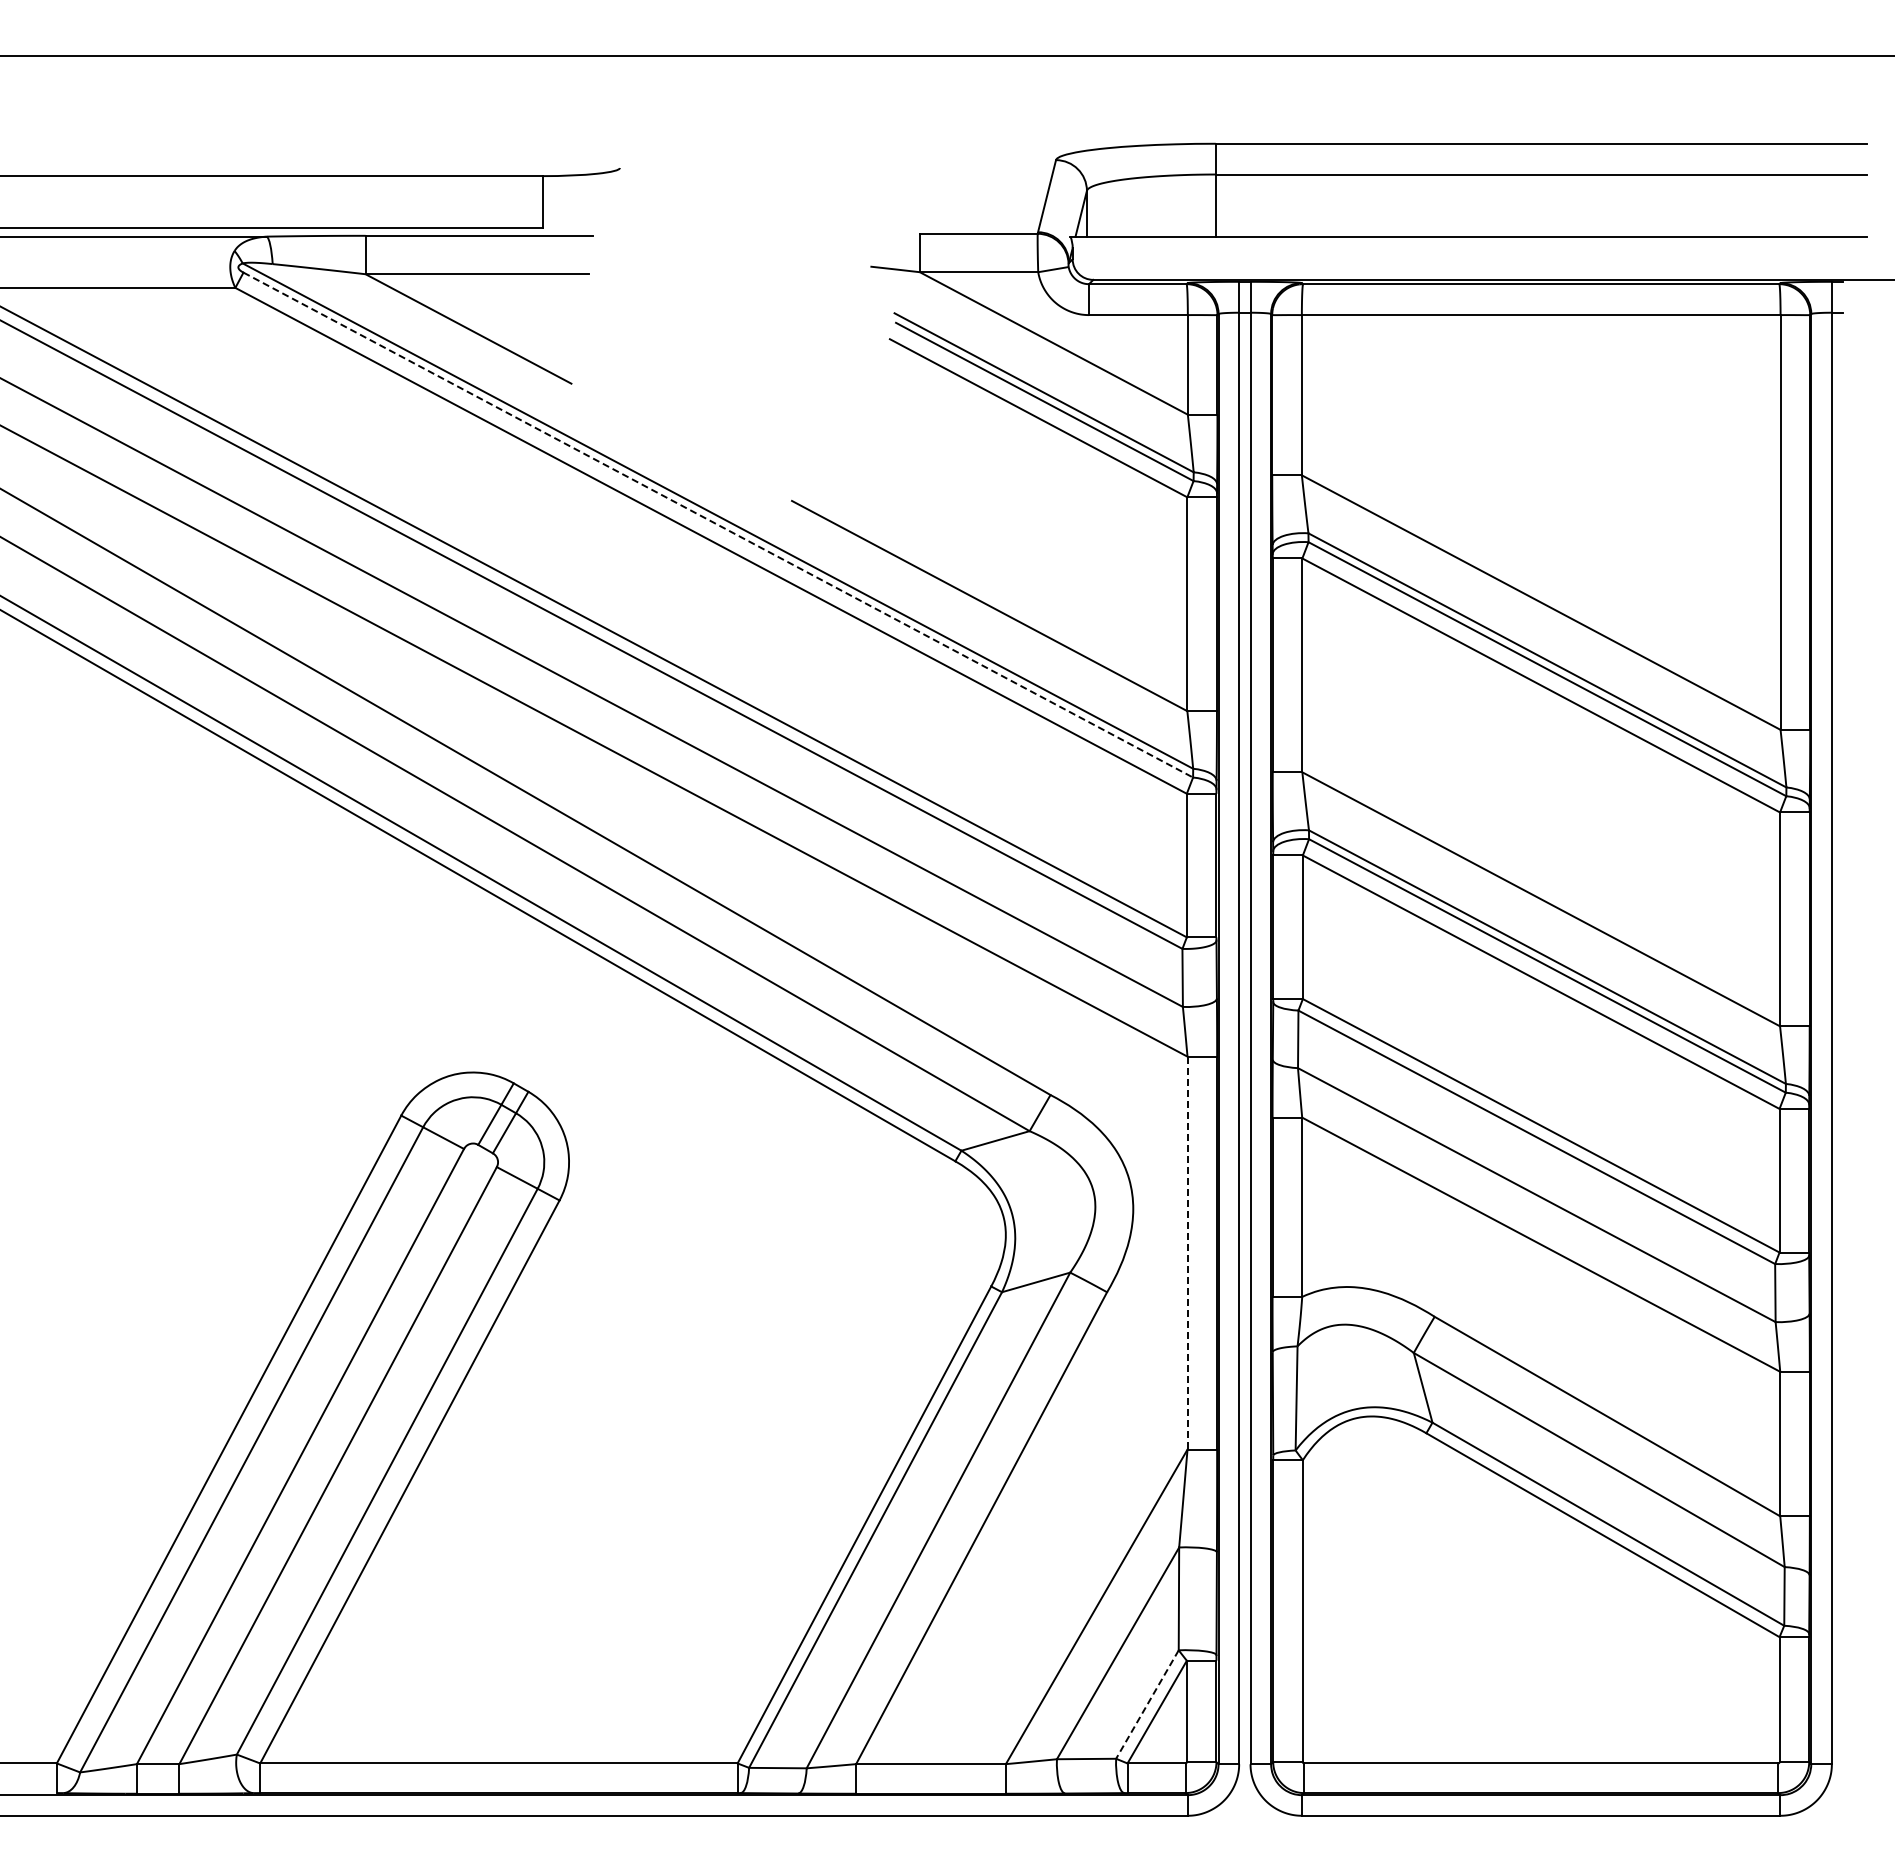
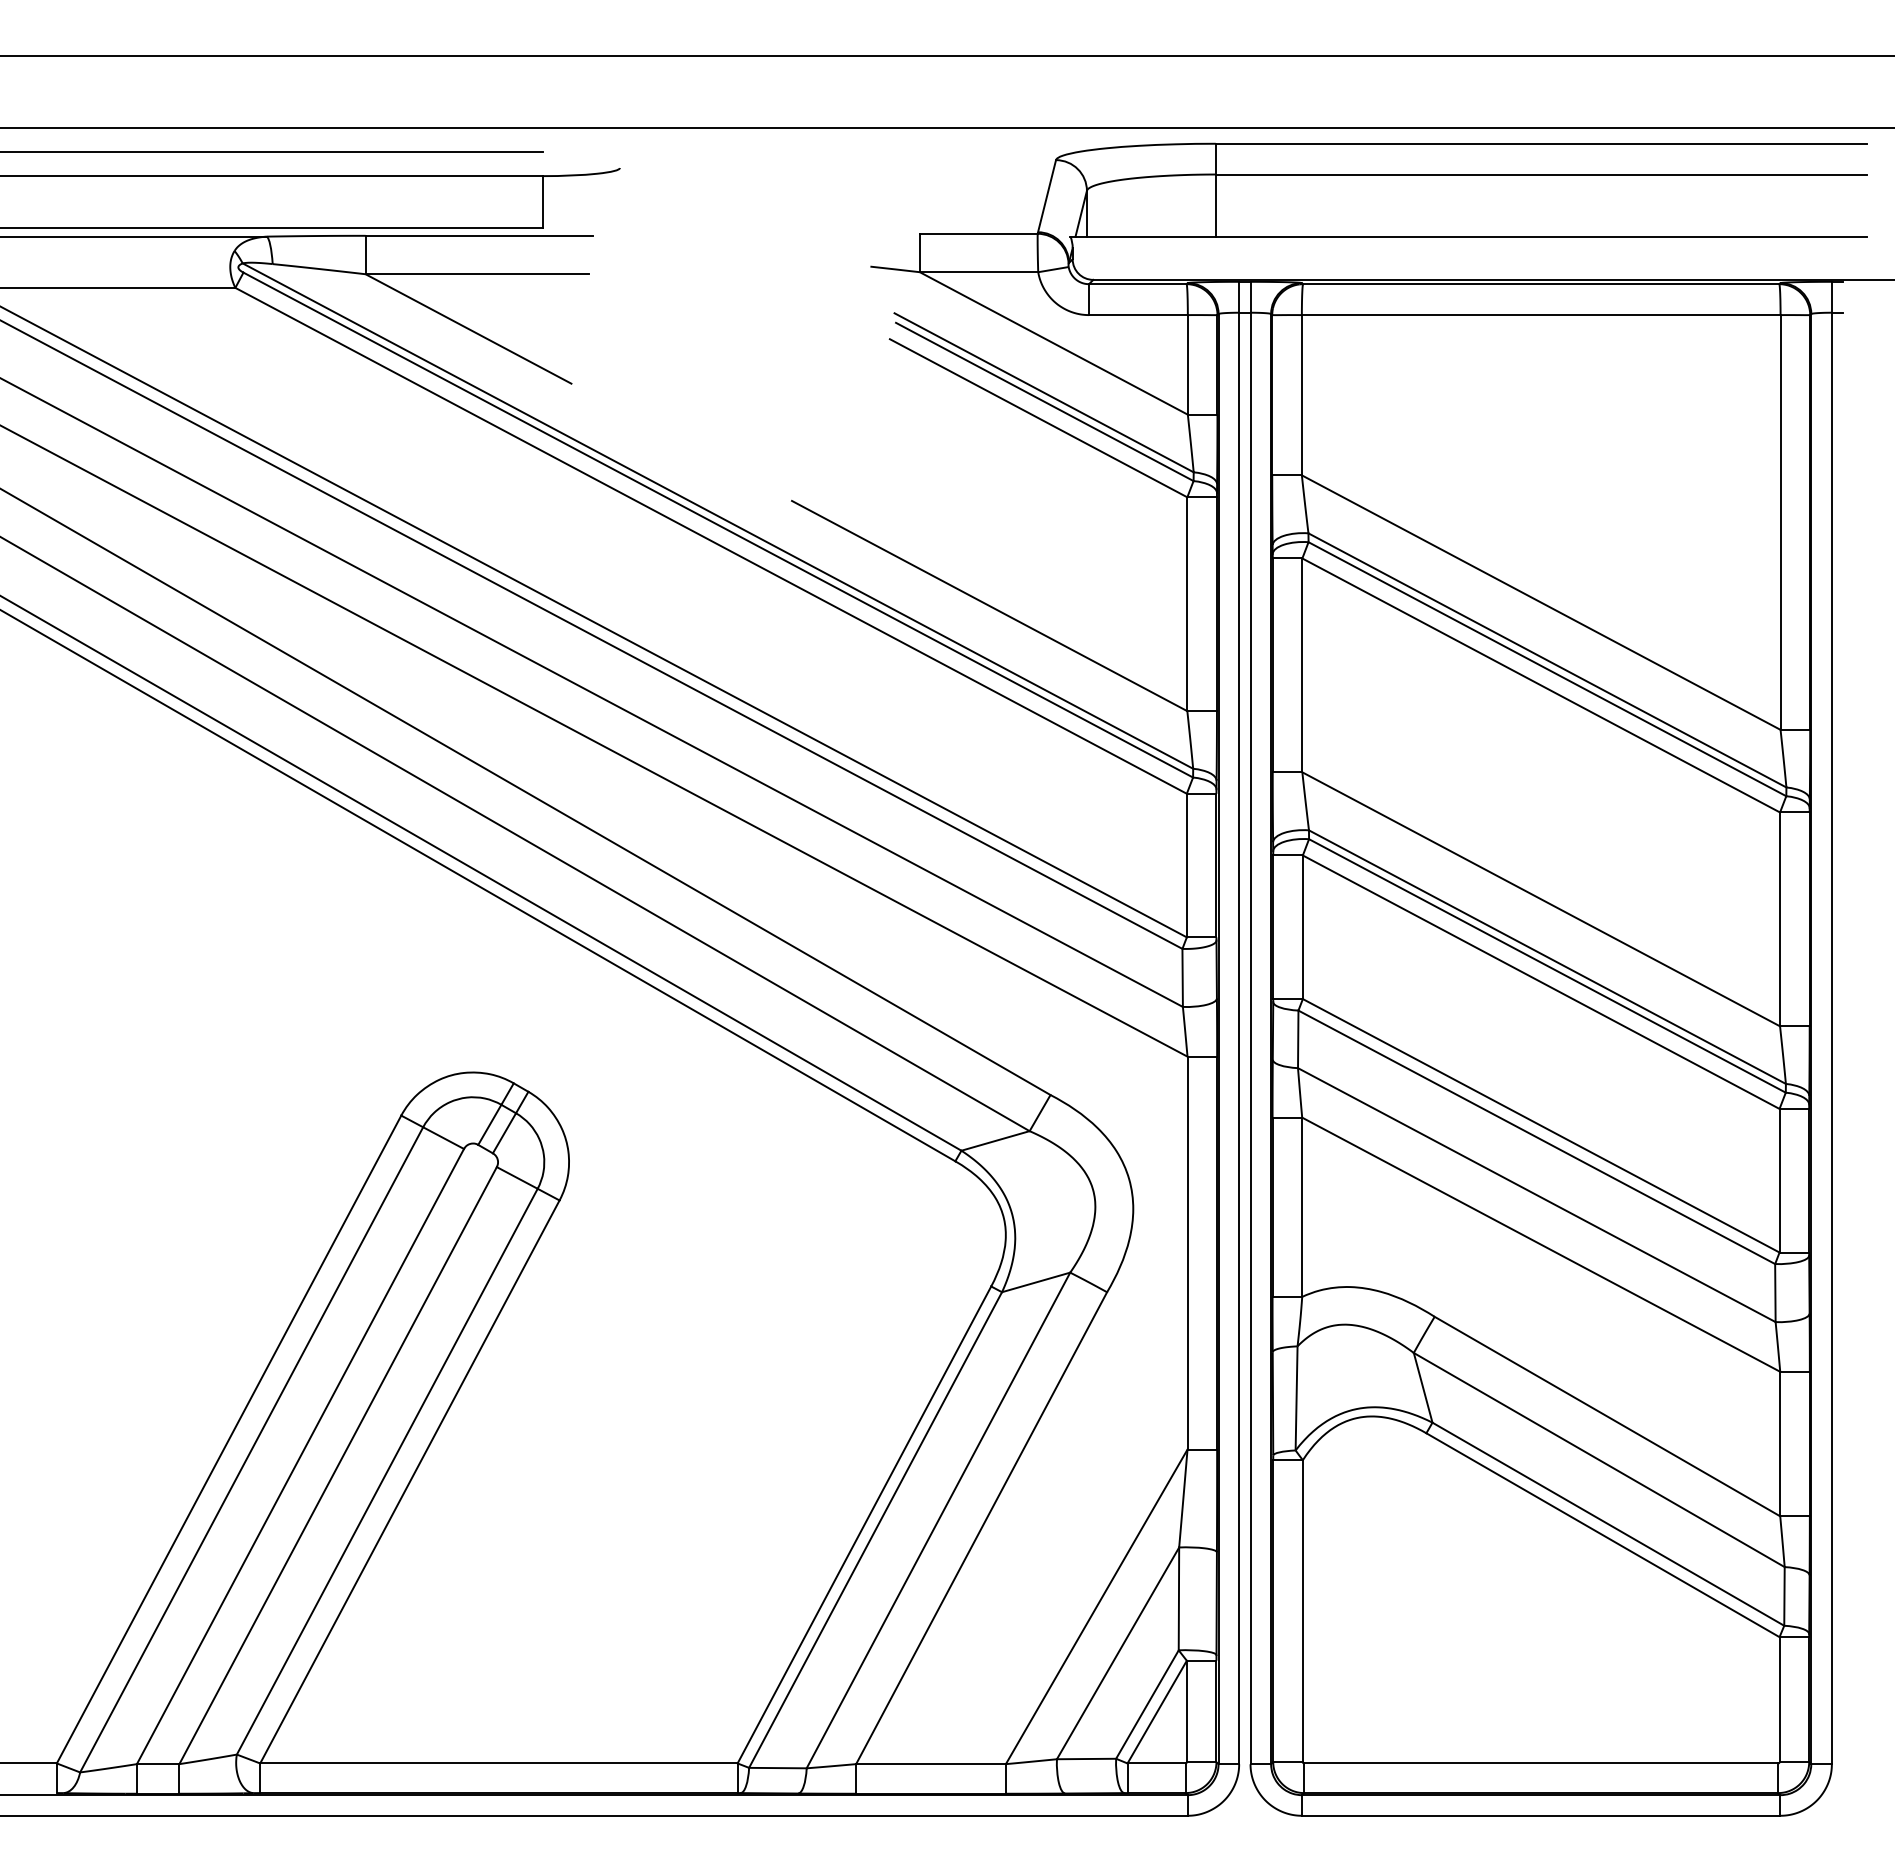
line at (946, 127): none -> present
line at (272, 152): none -> present
line at (718, 525): dashed -> solid
line at (1187, 1253): dashed -> solid
line at (1147, 1704): dashed -> solid
